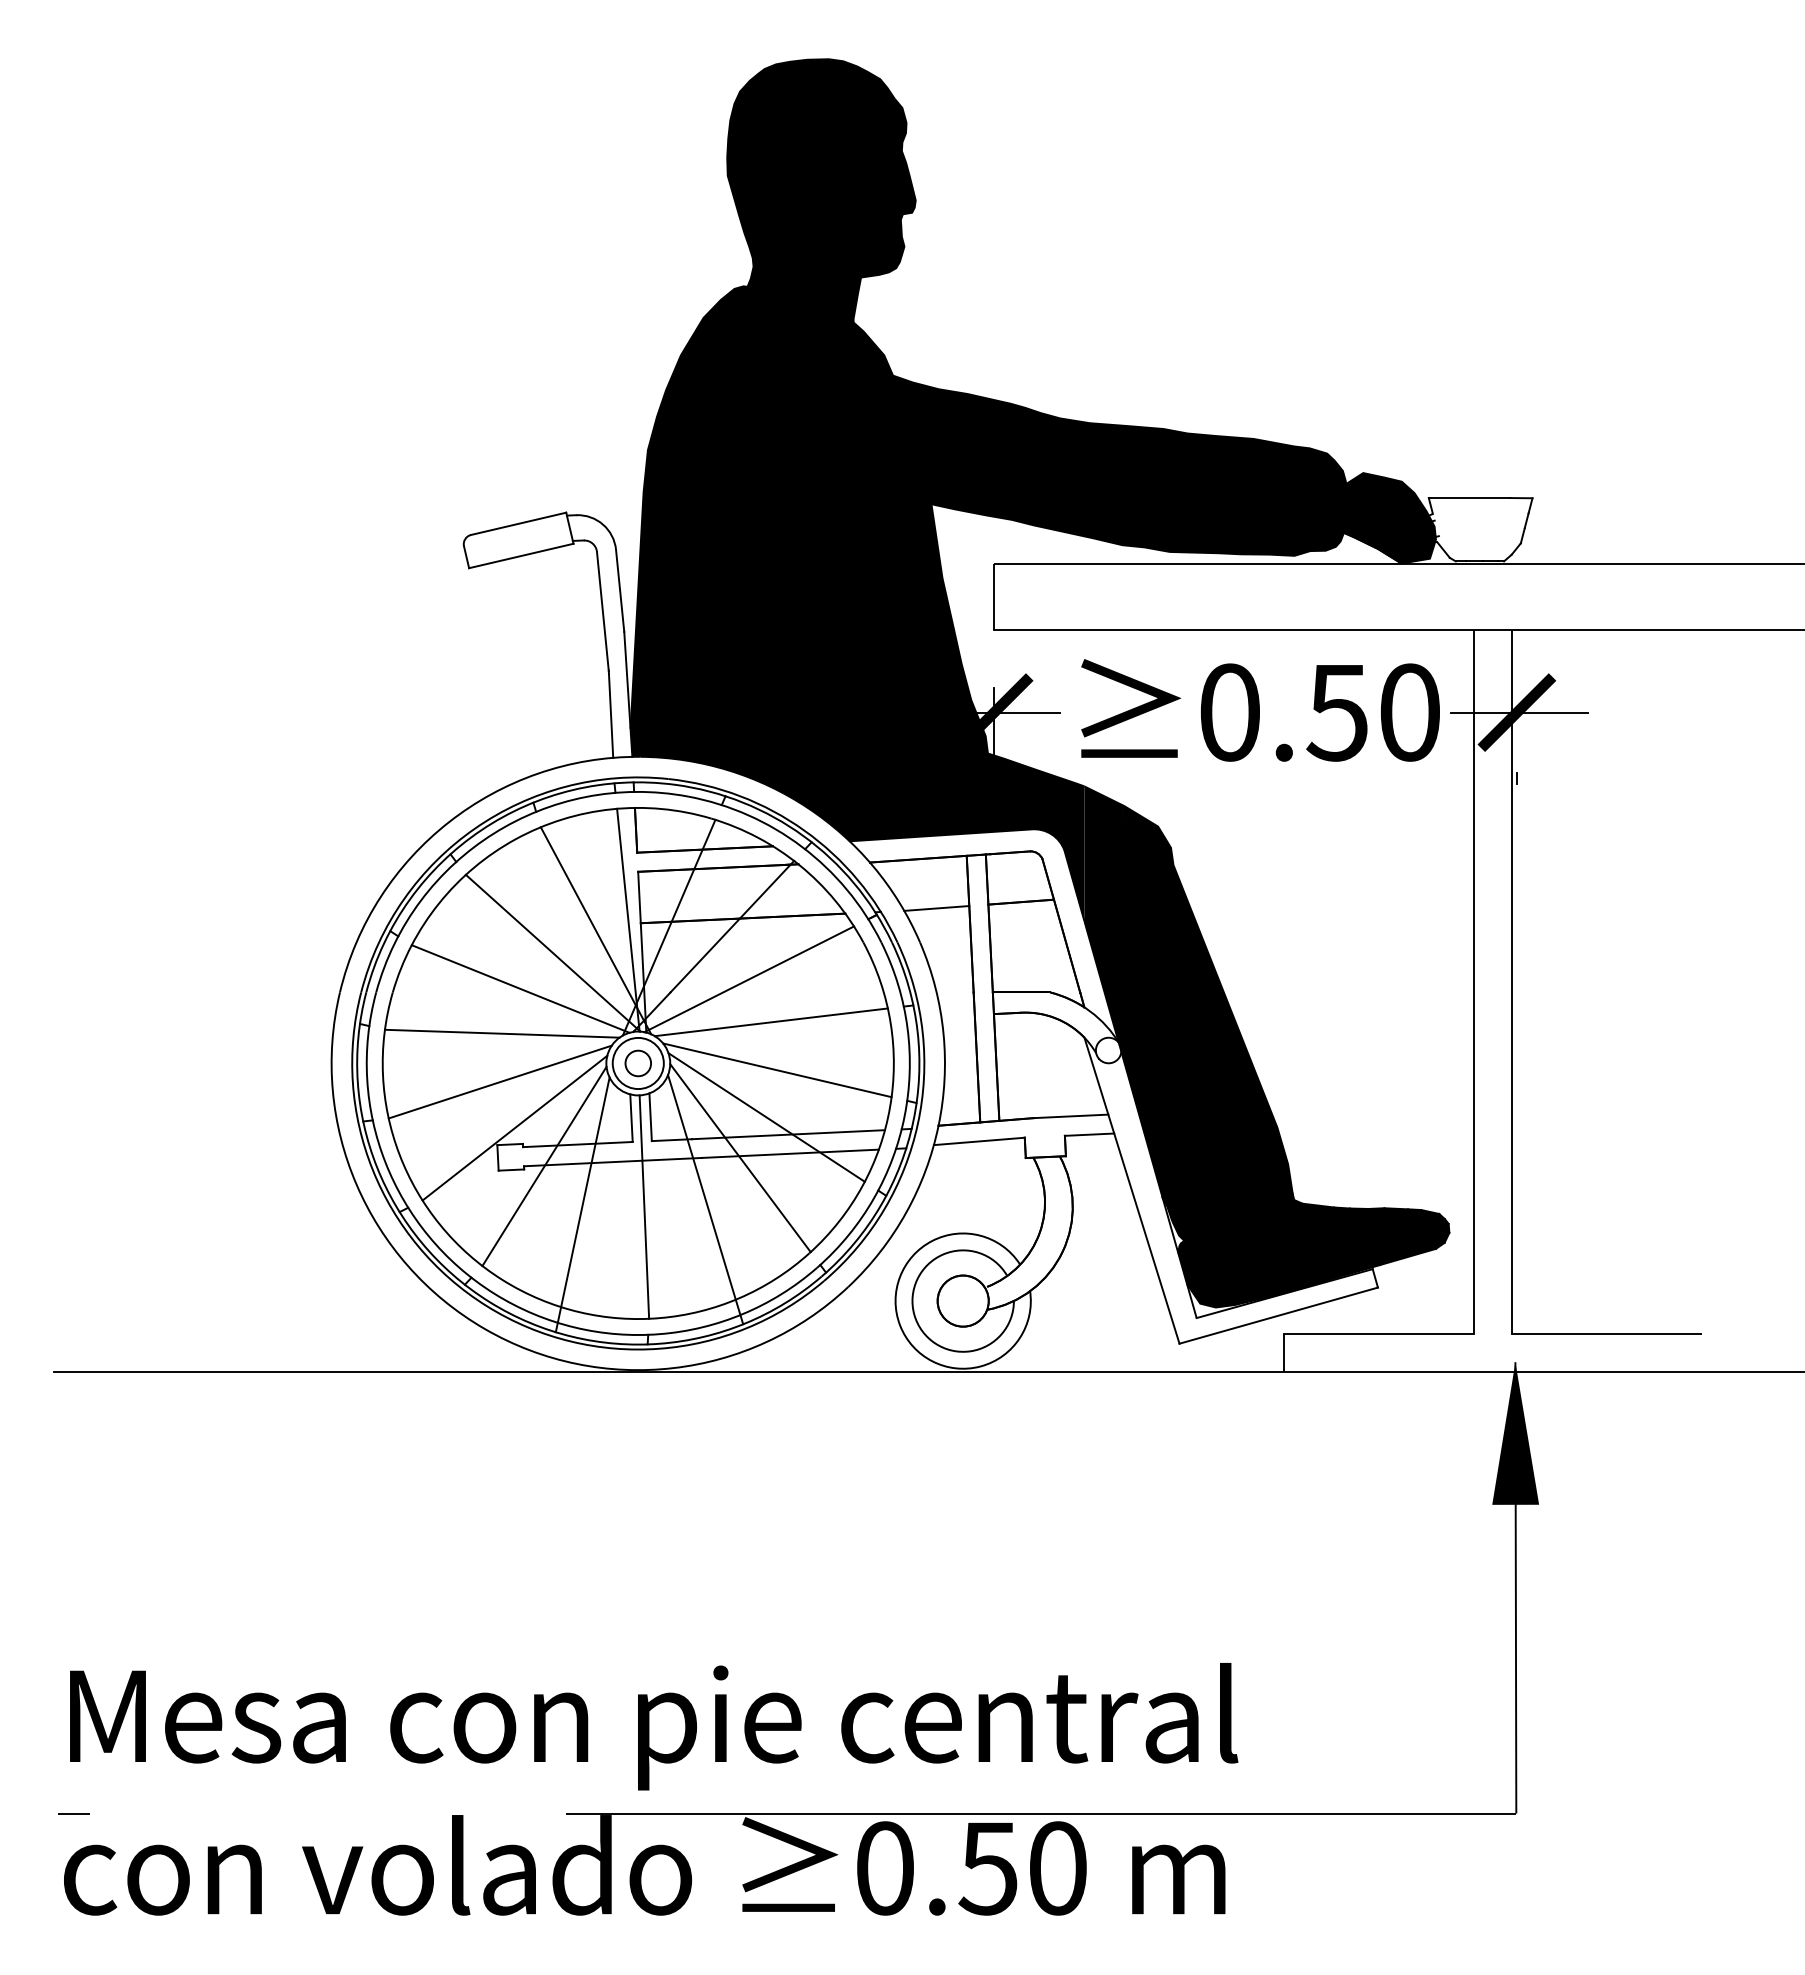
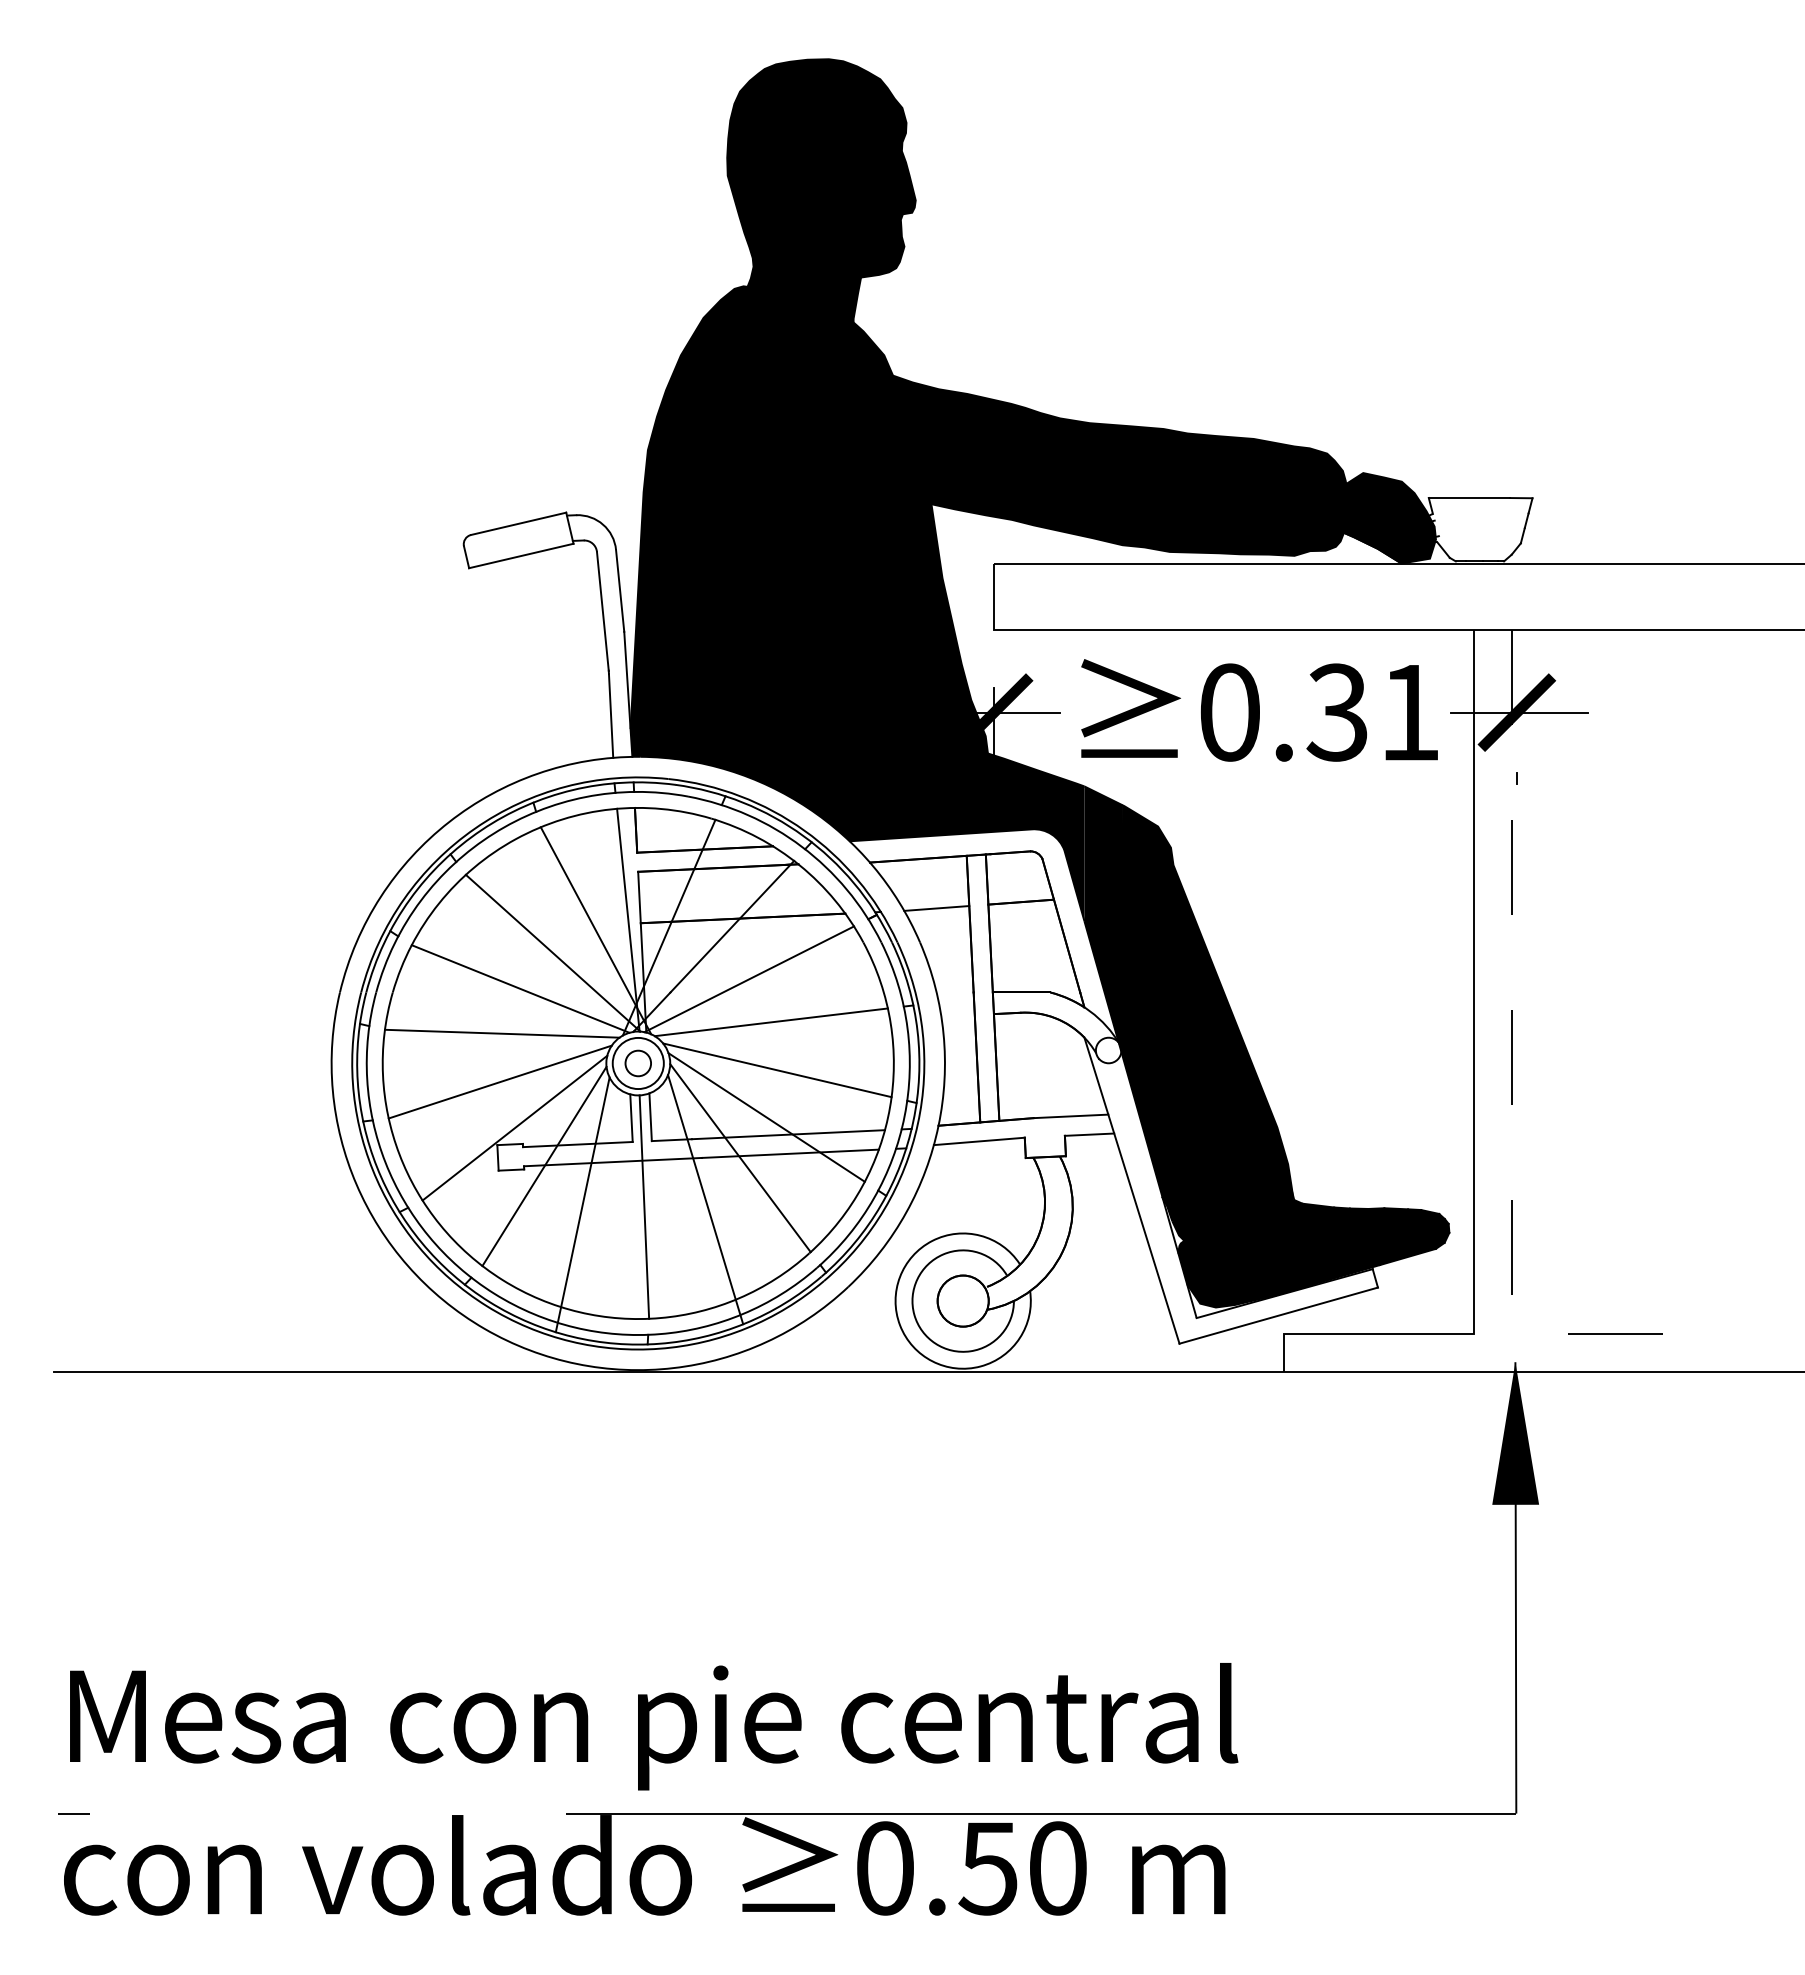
text at (1372, 712): 0.50 -> 0.31
line at (1511, 1078): solid -> dashed
